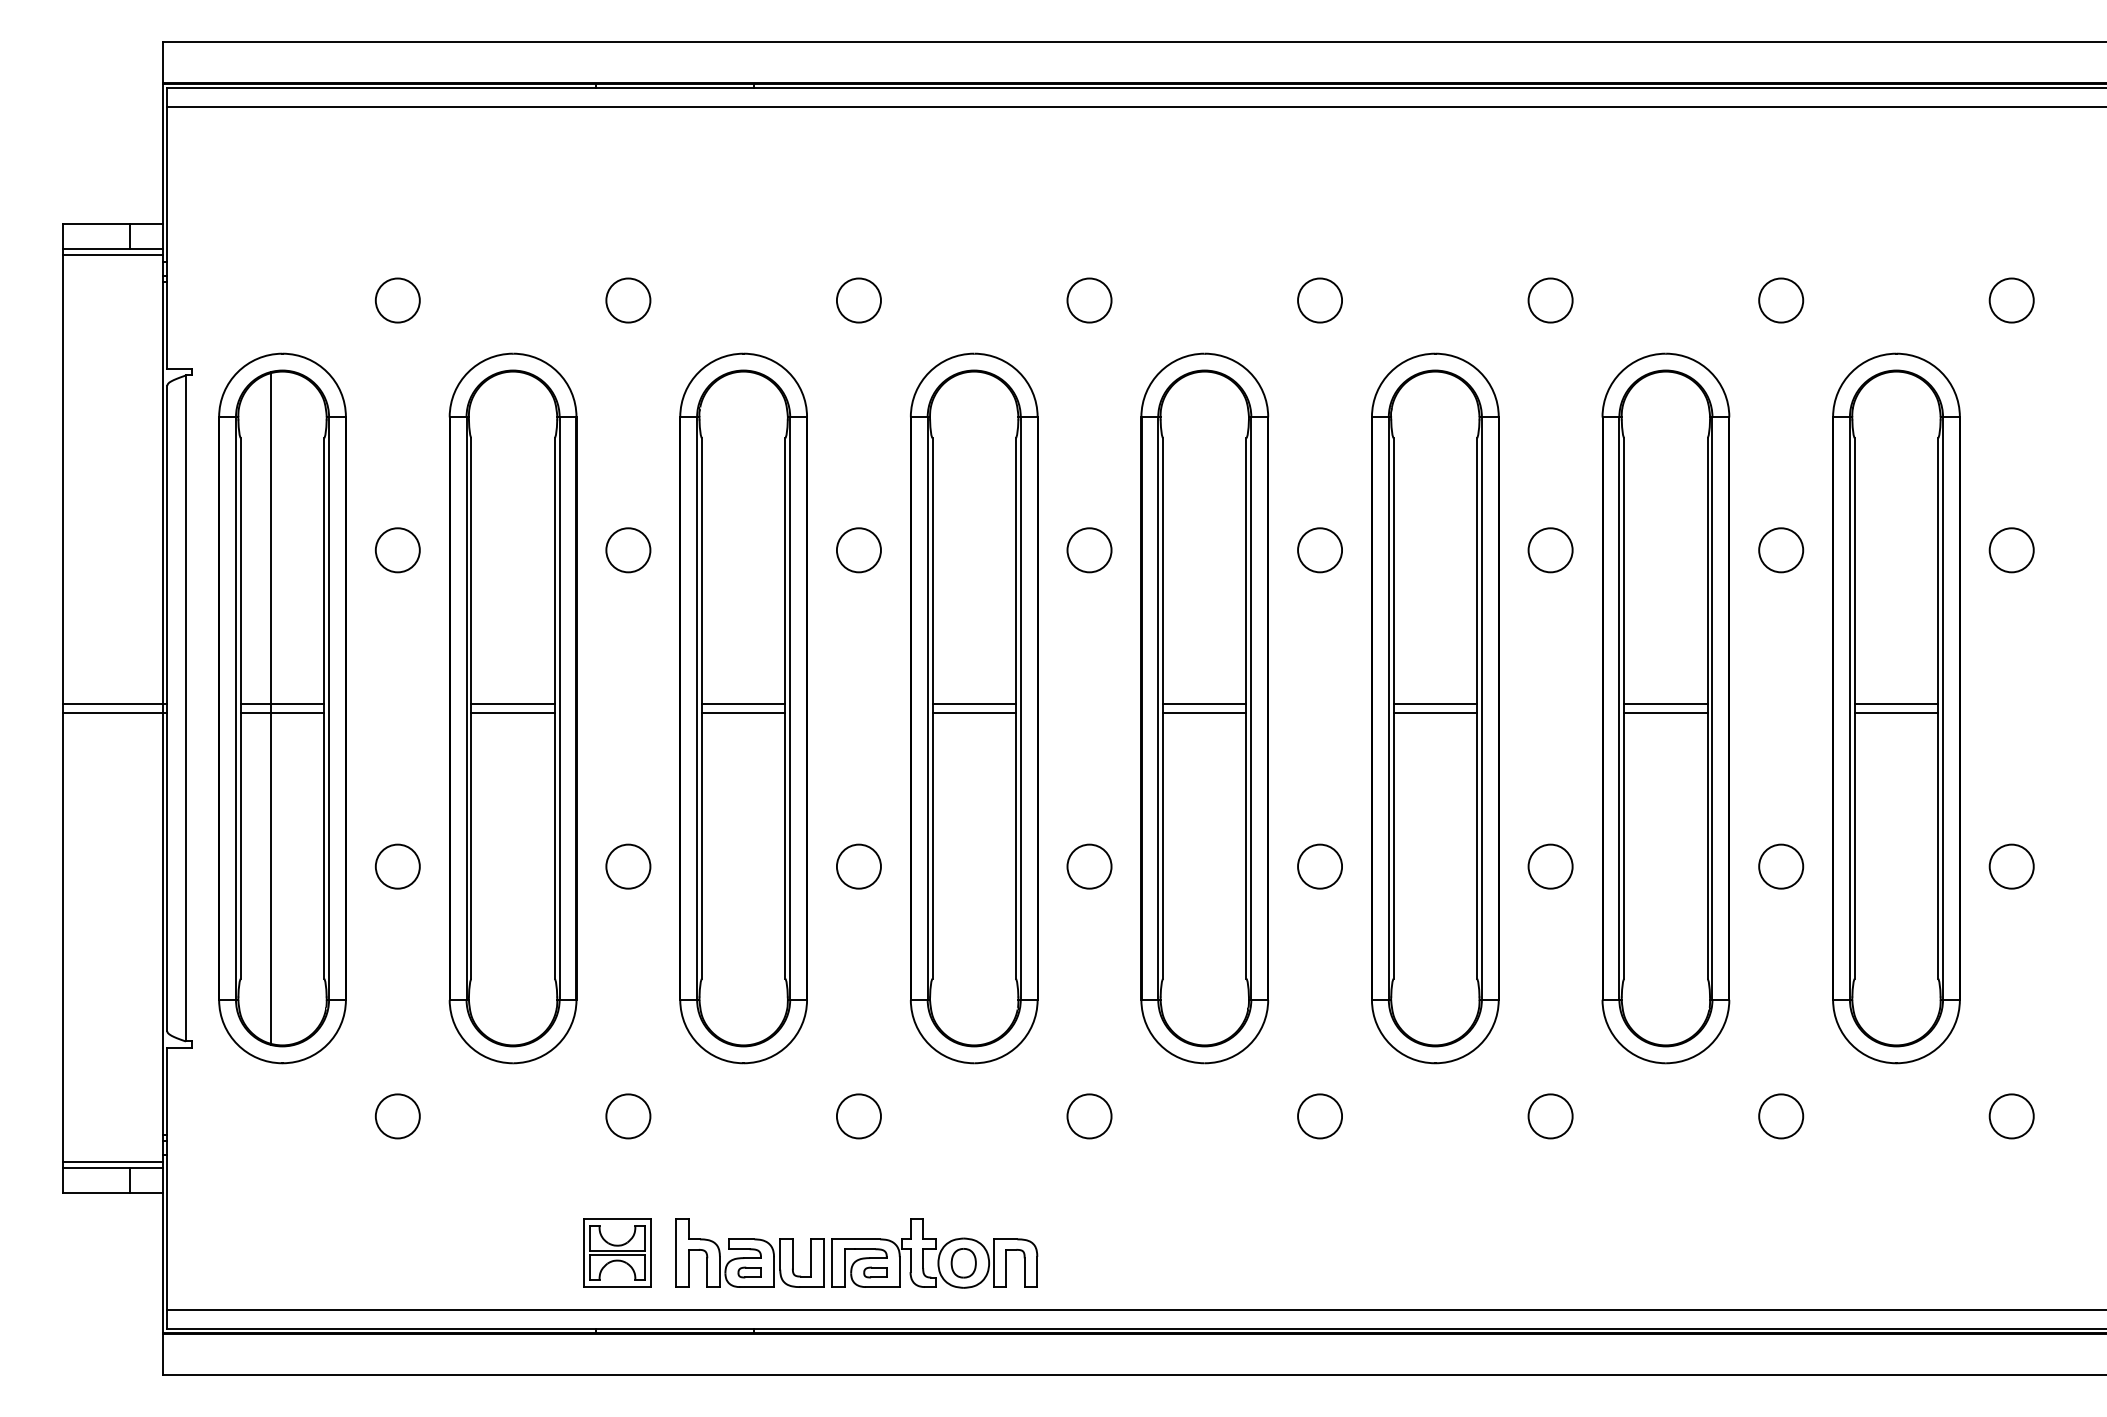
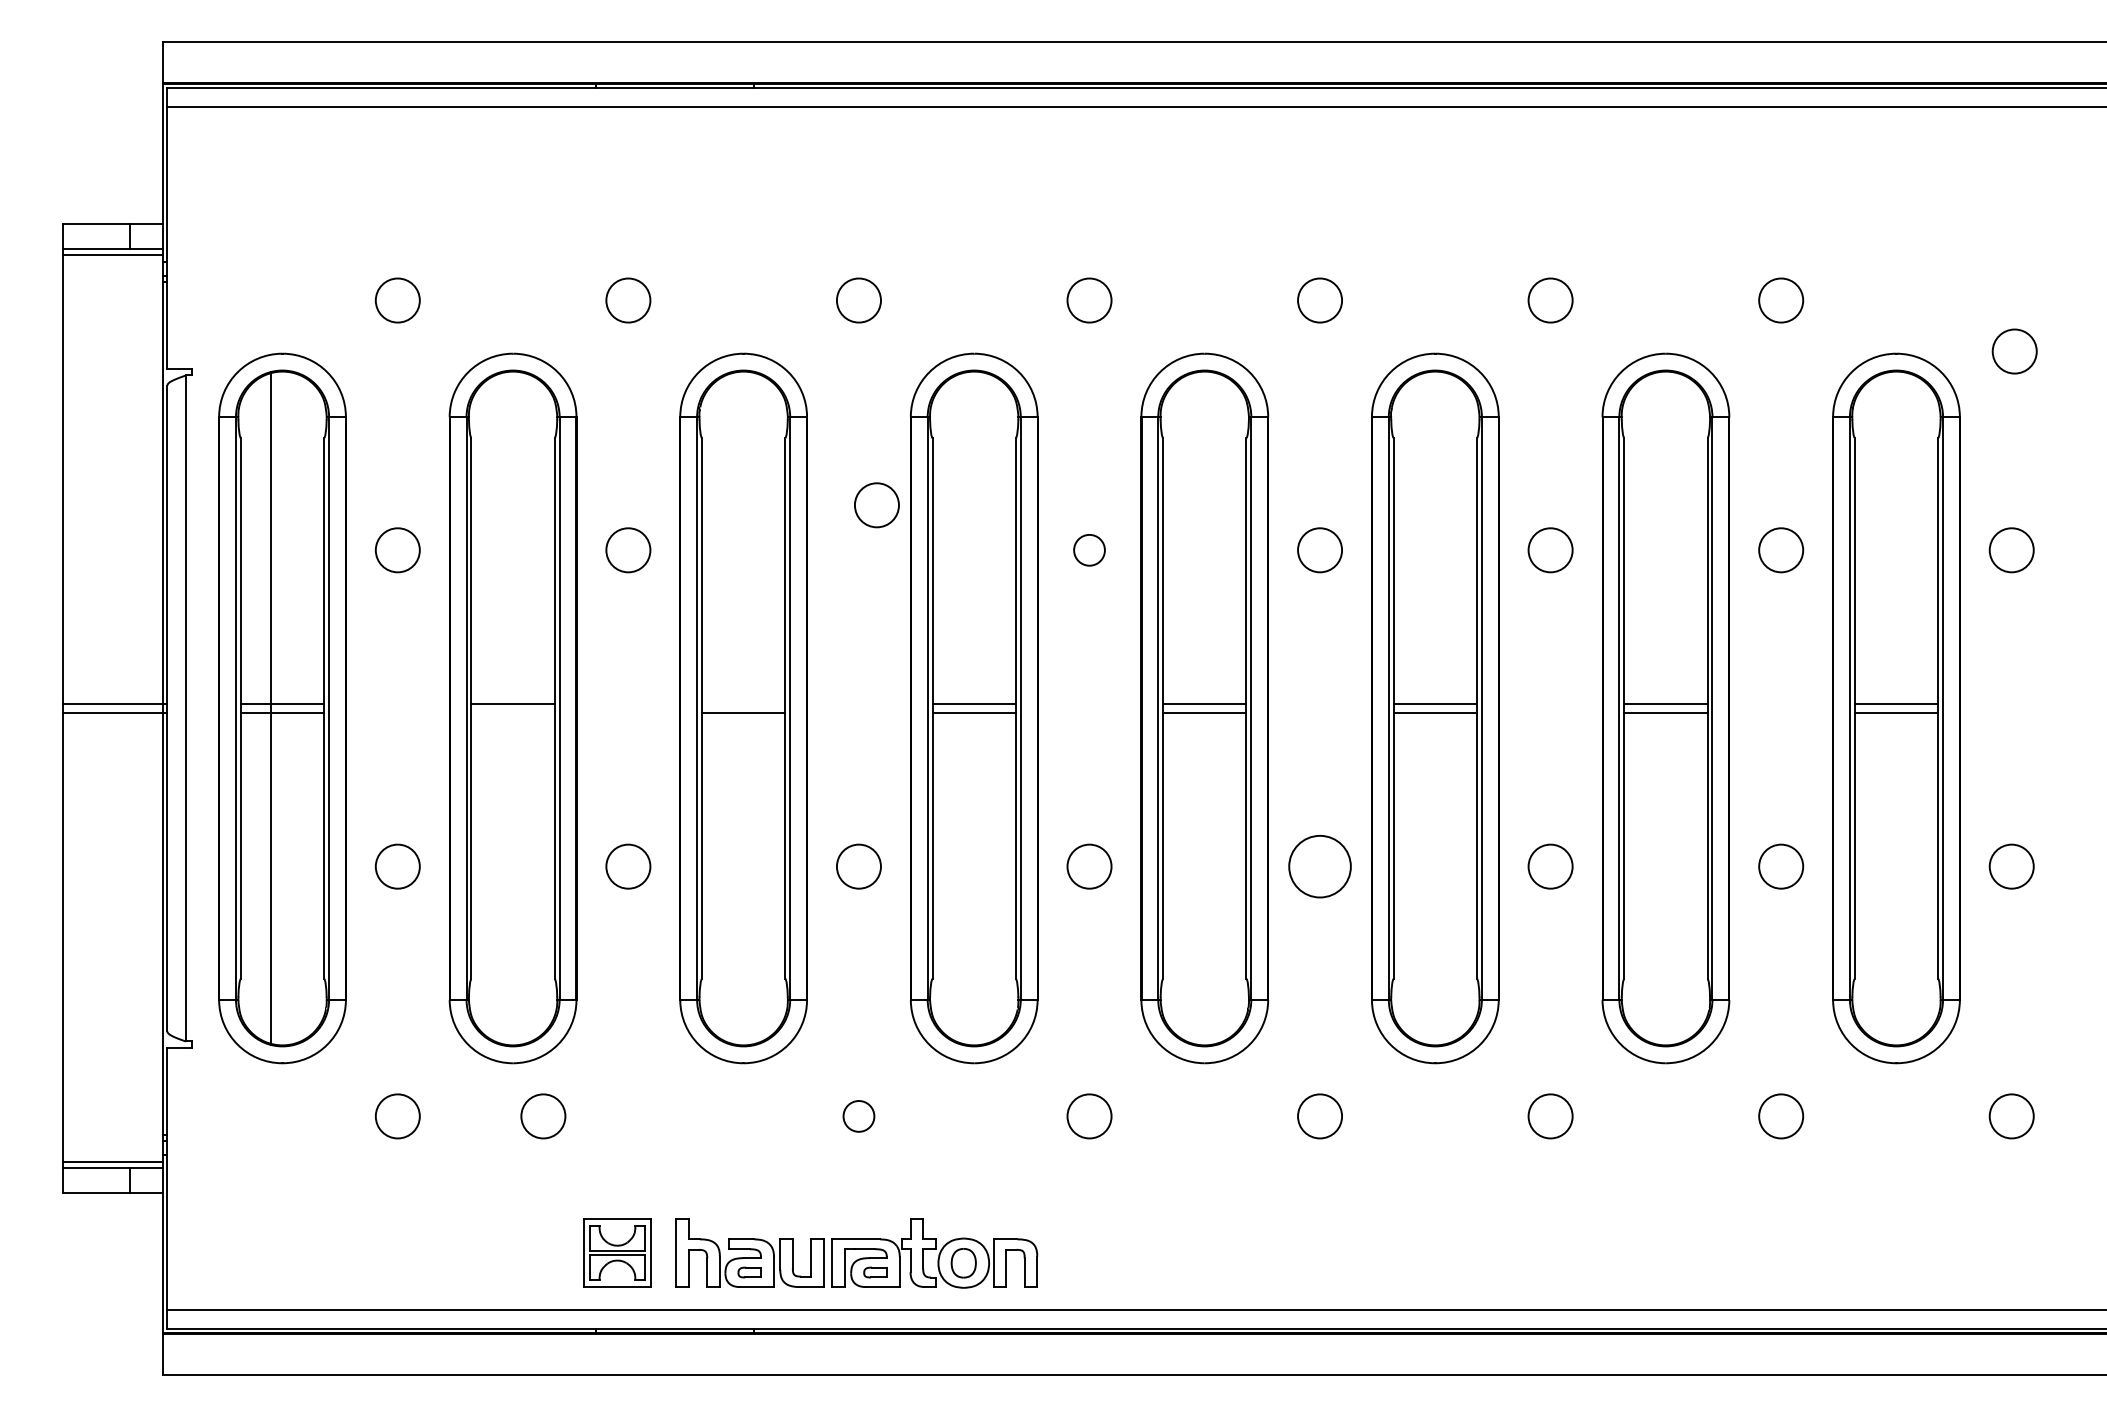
circle at (2011, 300) position: (2011, 300) -> (2014, 351)
circle at (858, 550) position: (858, 550) -> (876, 505)
circle at (1089, 550) diameter: 44 px -> 31 px
line at (743, 704): present -> none
line at (512, 712): present -> none
circle at (1320, 866) diameter: 44 px -> 62 px
circle at (628, 1116) position: (628, 1116) -> (543, 1116)
circle at (858, 1116) diameter: 44 px -> 31 px
